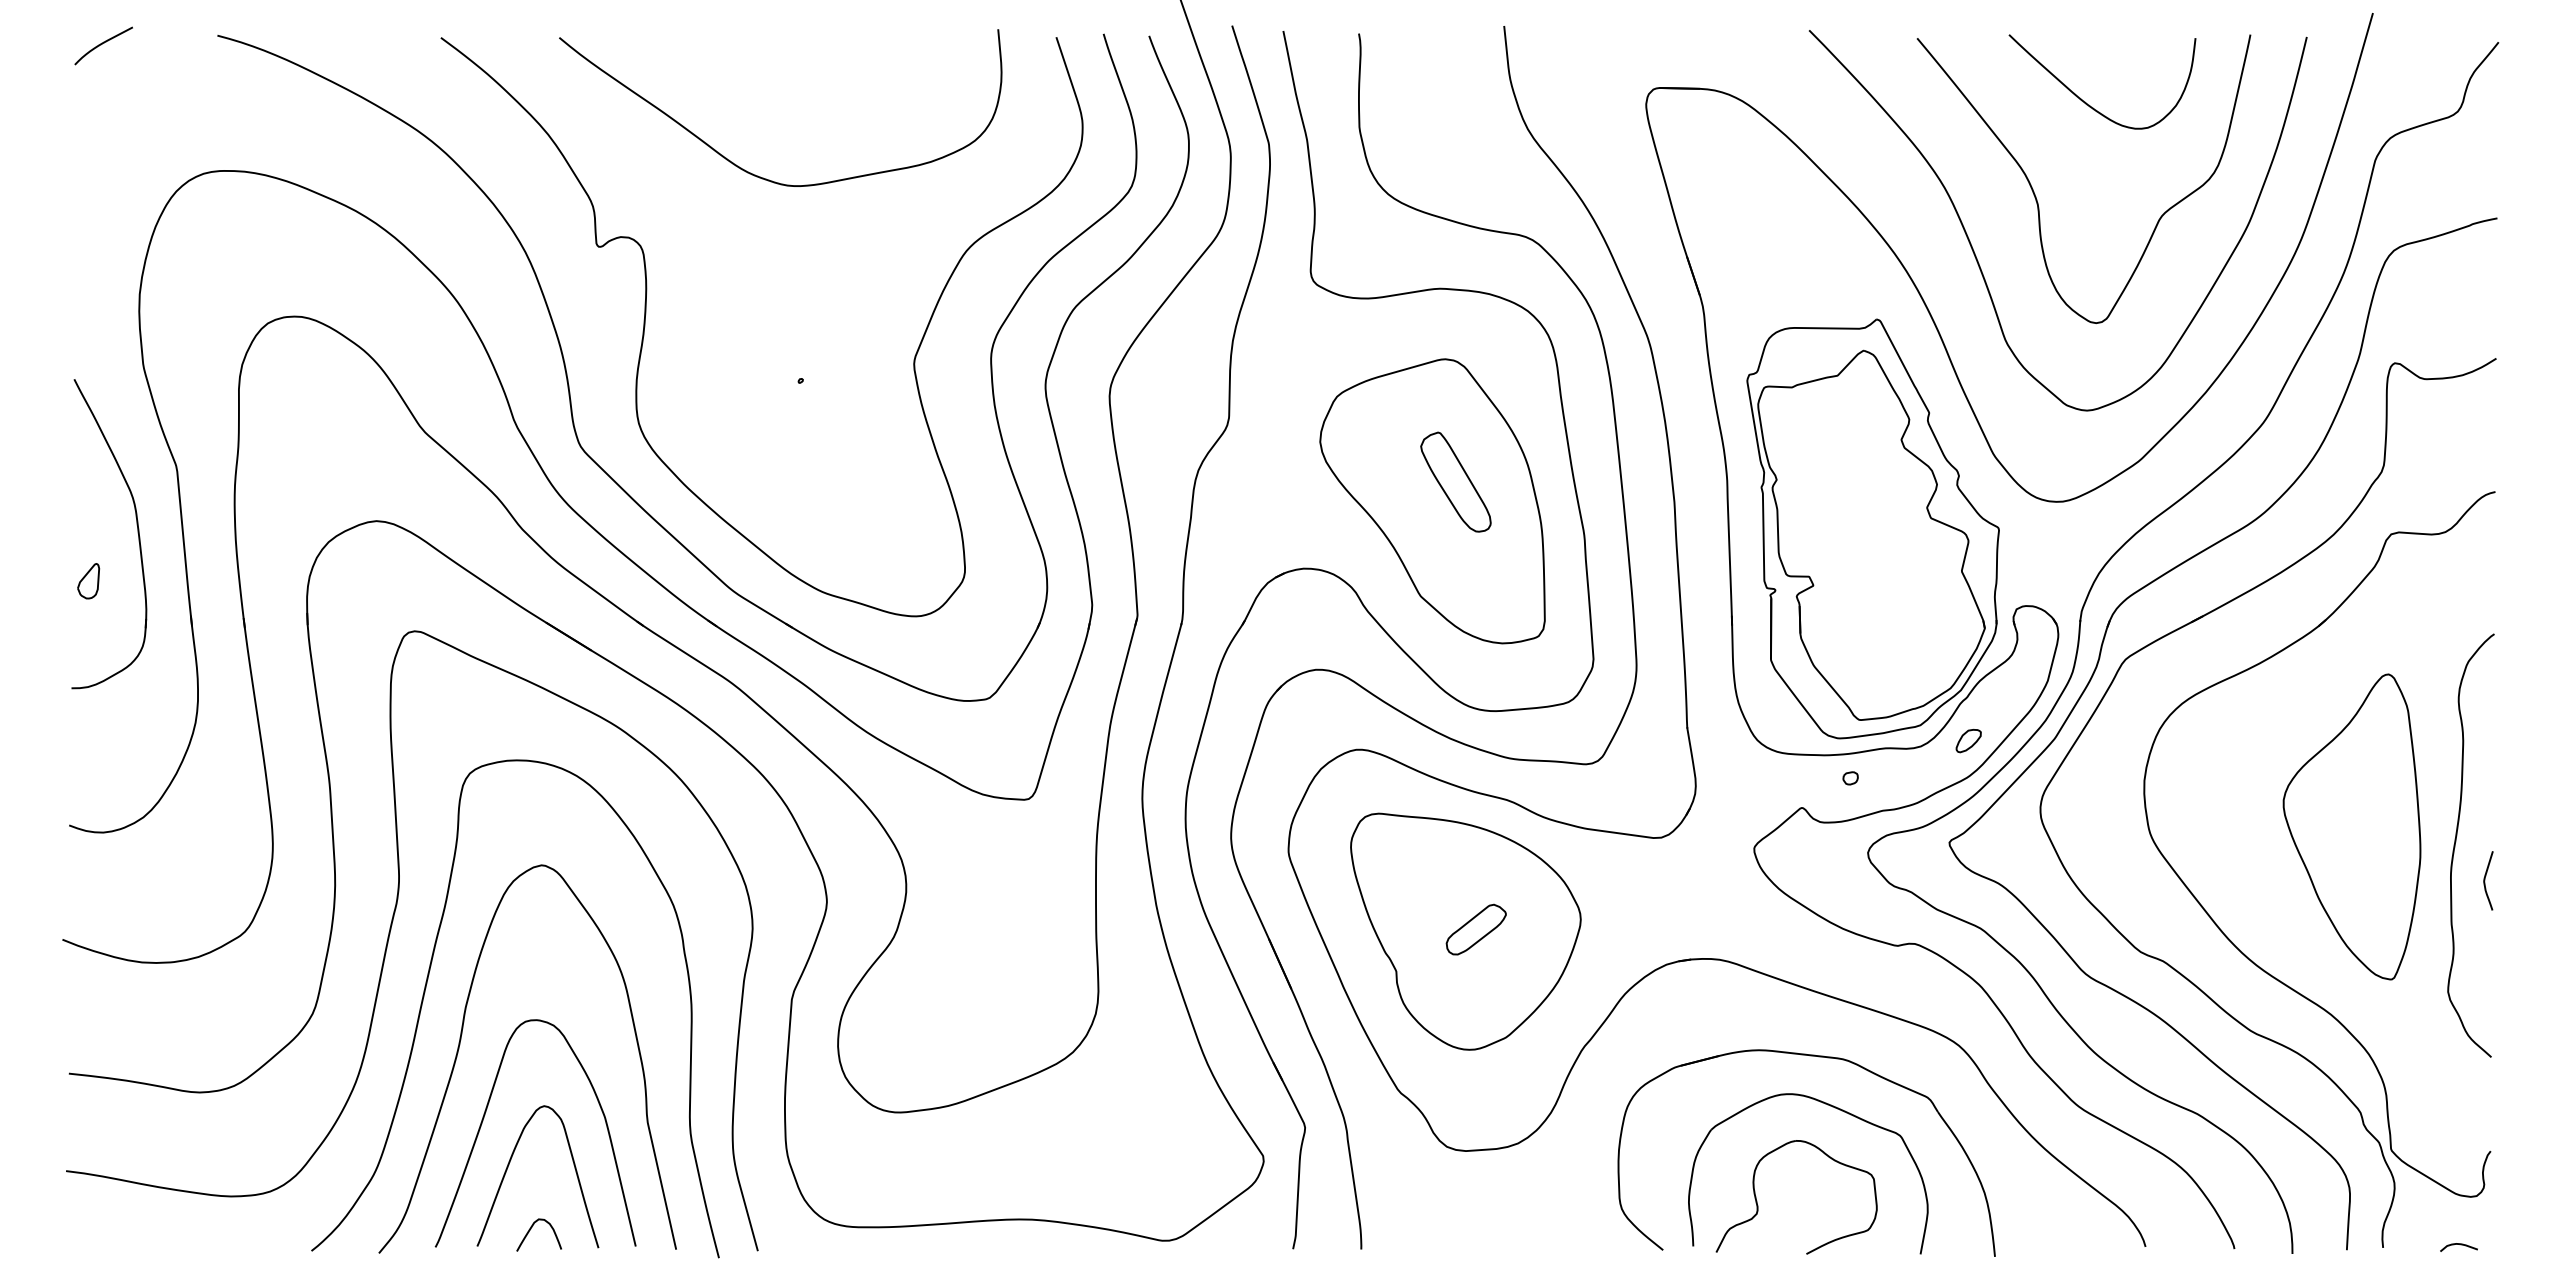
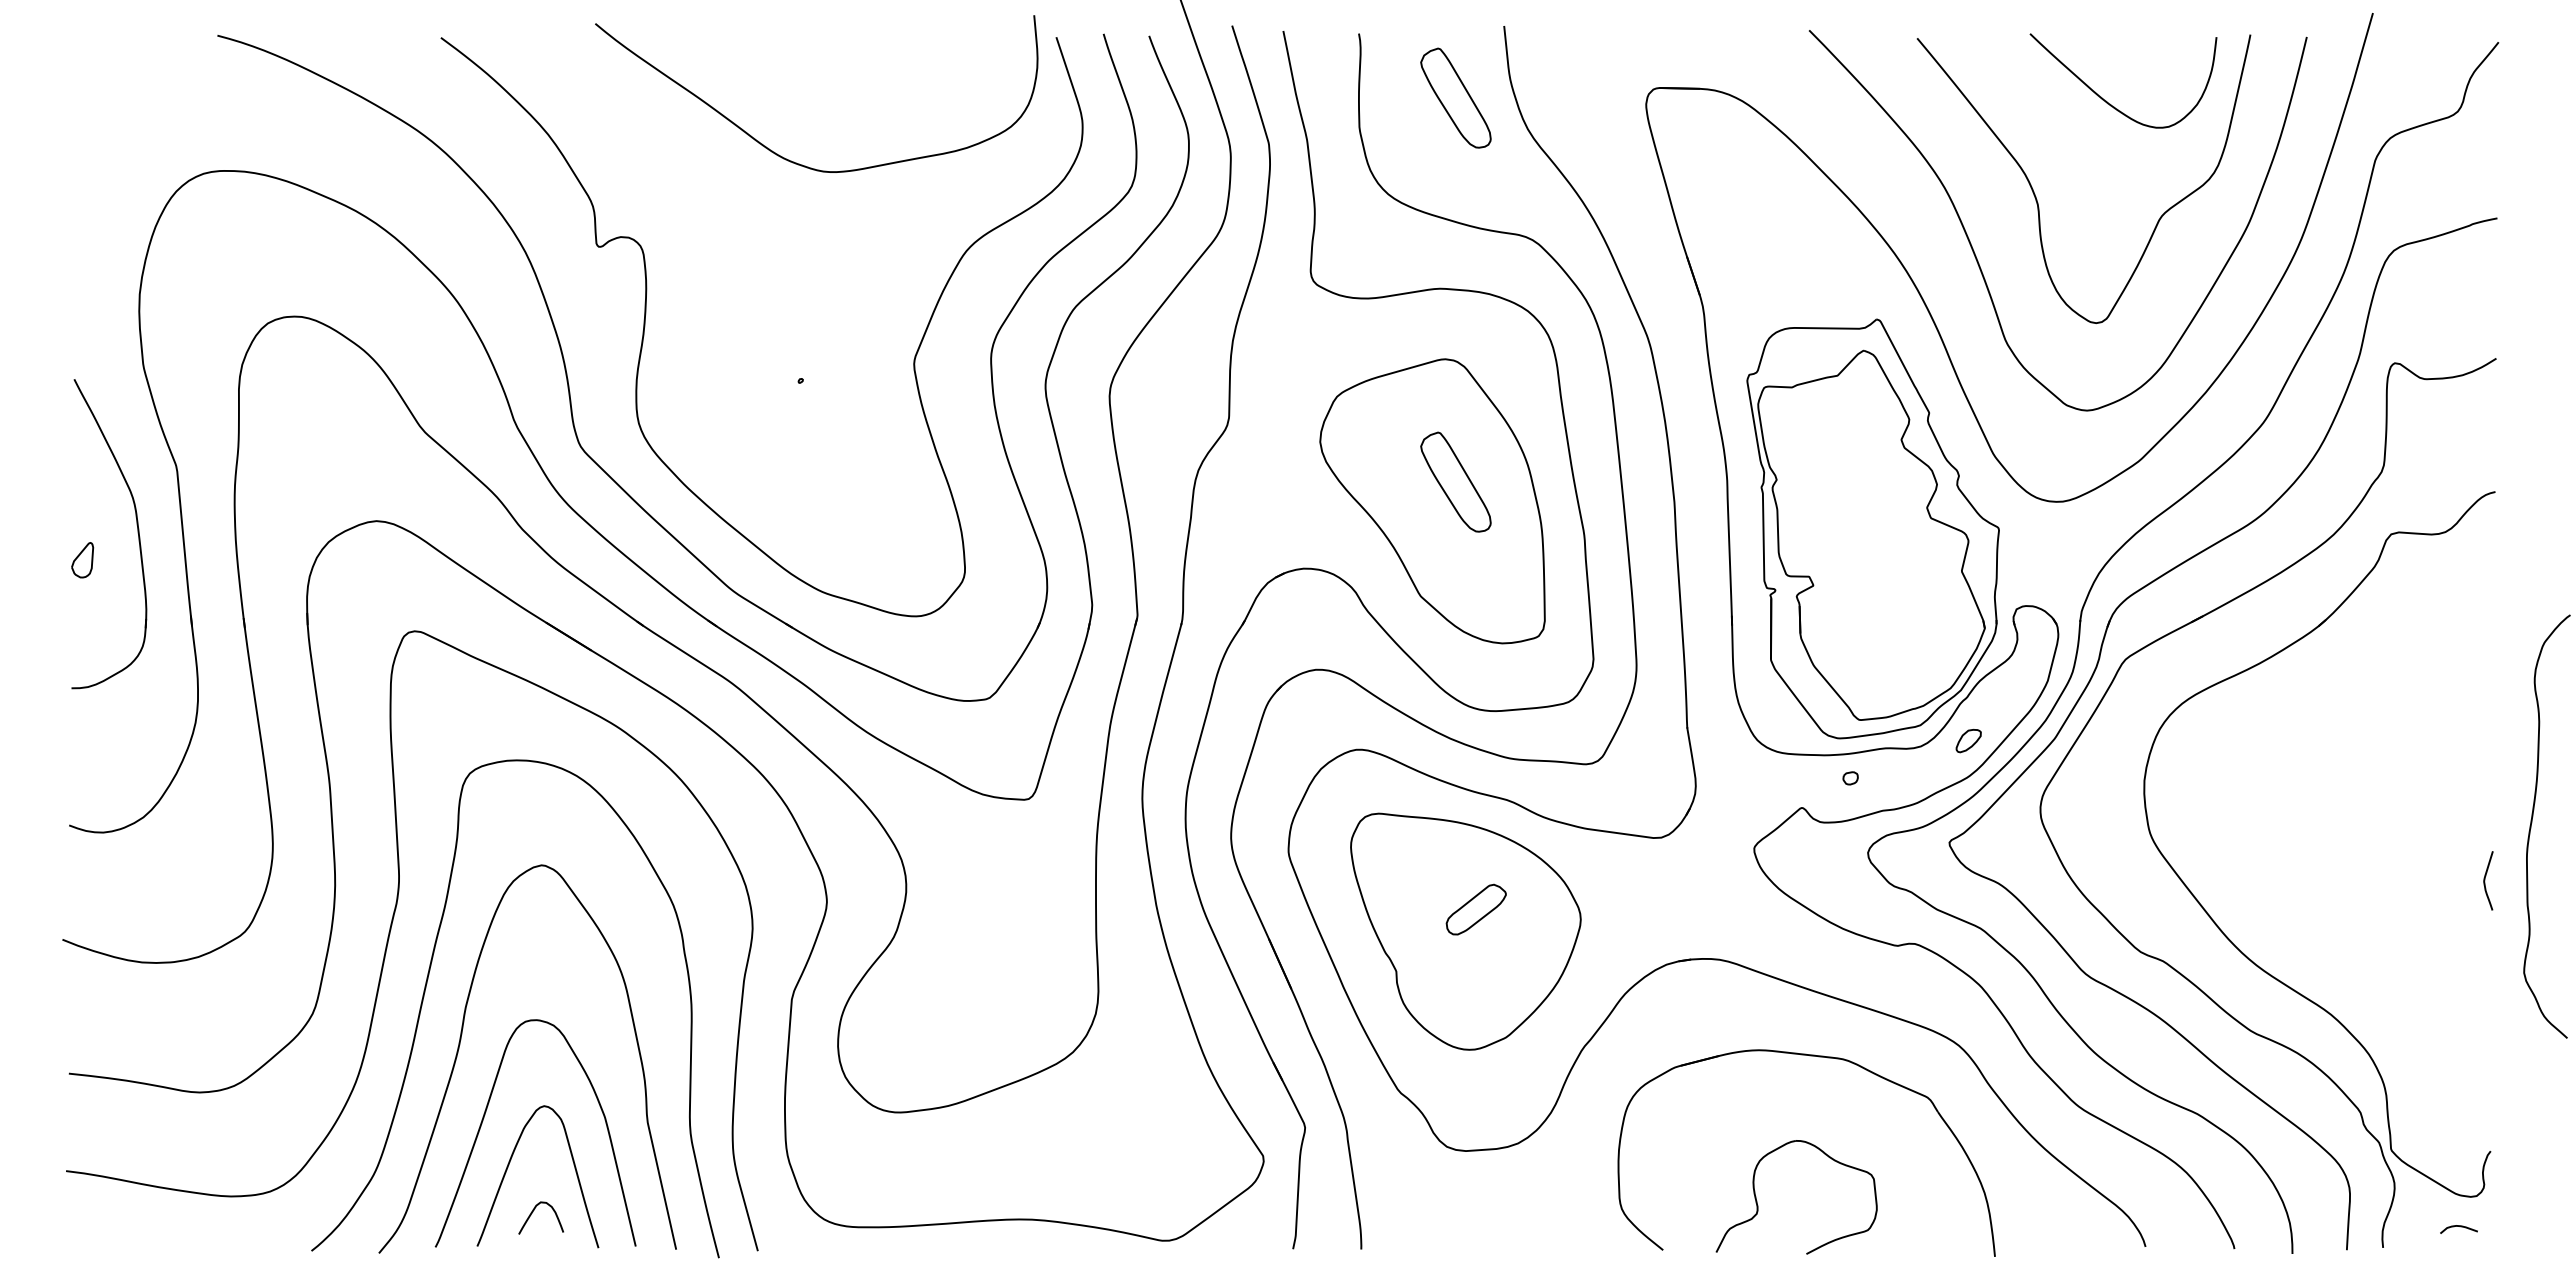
curve at (102, 44): present -> none
part at (1455, 97): none -> present
curve at (2085, 101) position: (2085, 101) -> (2106, 100)
curve at (753, 173) position: (753, 173) -> (789, 159)
part at (88, 581) position: (88, 581) -> (82, 560)
part at (2351, 826): present -> none
curve at (2456, 842) position: (2456, 842) -> (2532, 823)
part at (1475, 929) position: (1475, 929) -> (1475, 909)
part at (1839, 1110): present -> none
curve at (531, 1229) position: (531, 1229) -> (533, 1212)
curve at (2460, 1245) position: (2460, 1245) -> (2460, 1227)
